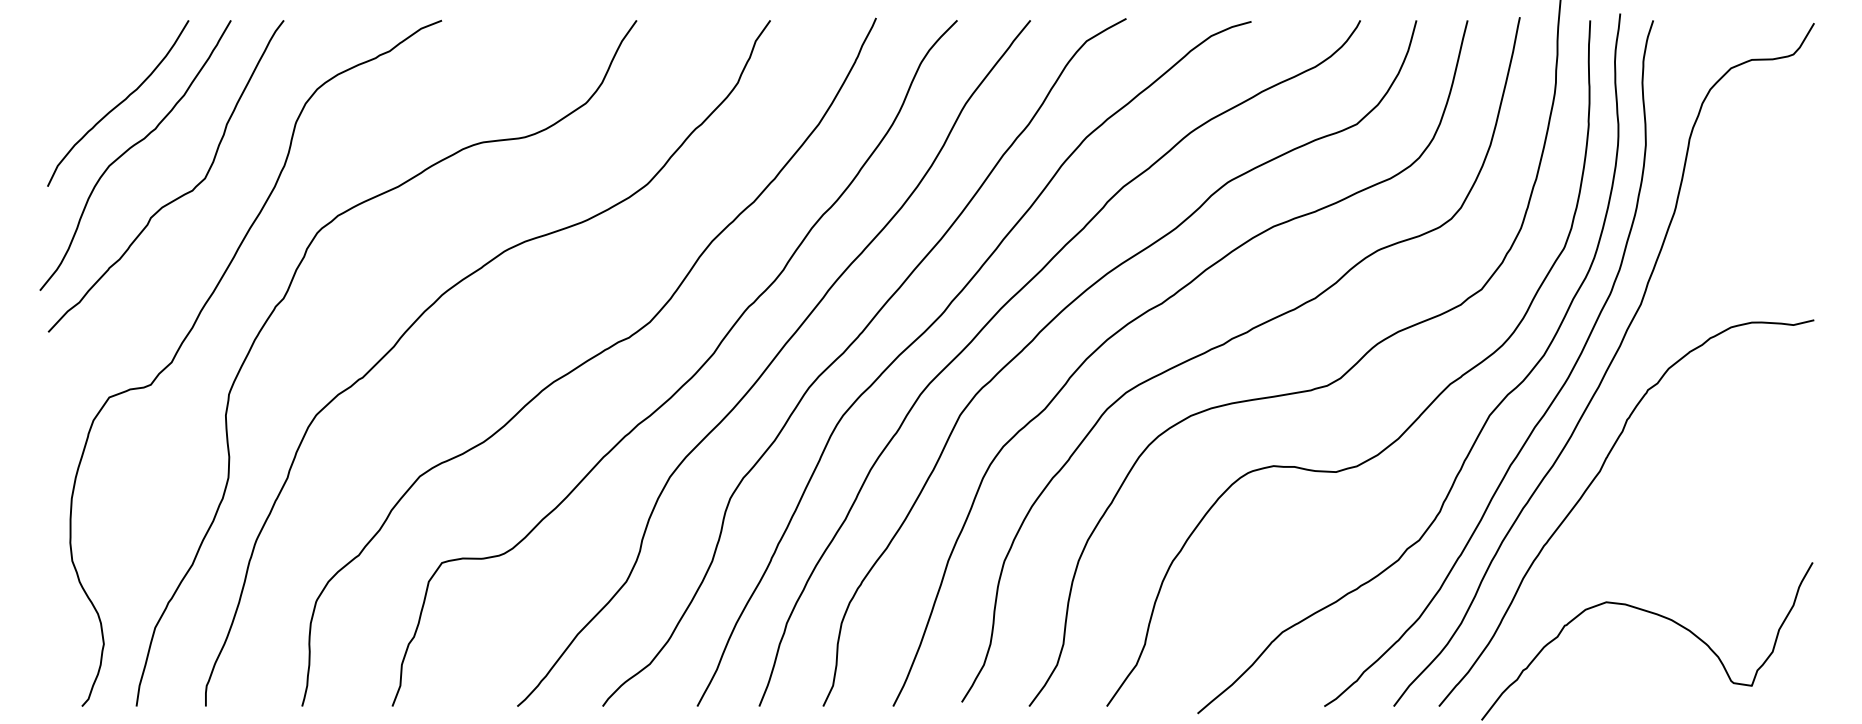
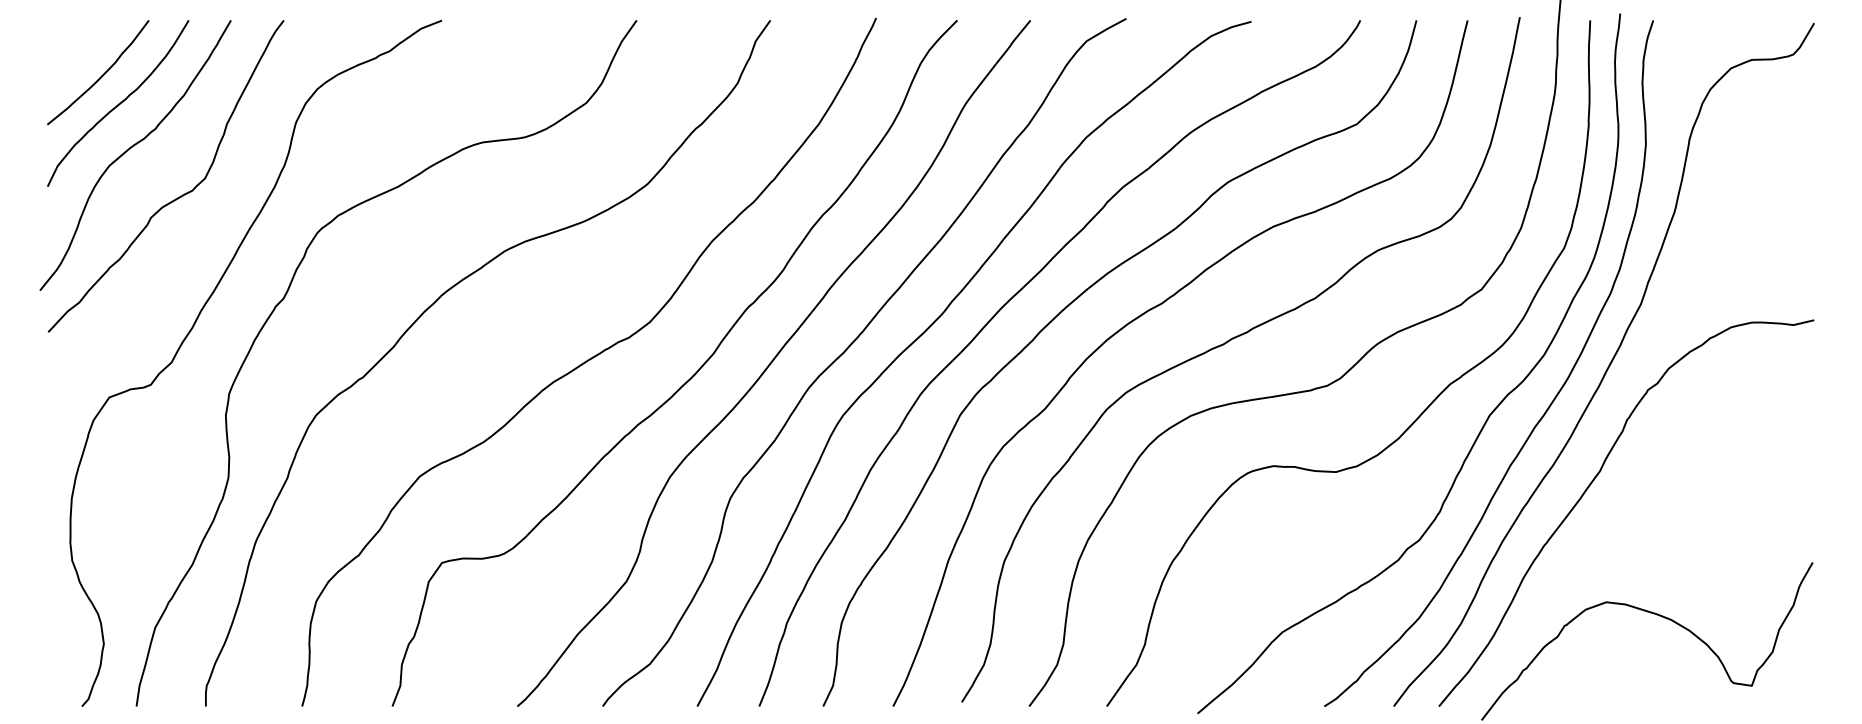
curve at (101, 75): none -> present
